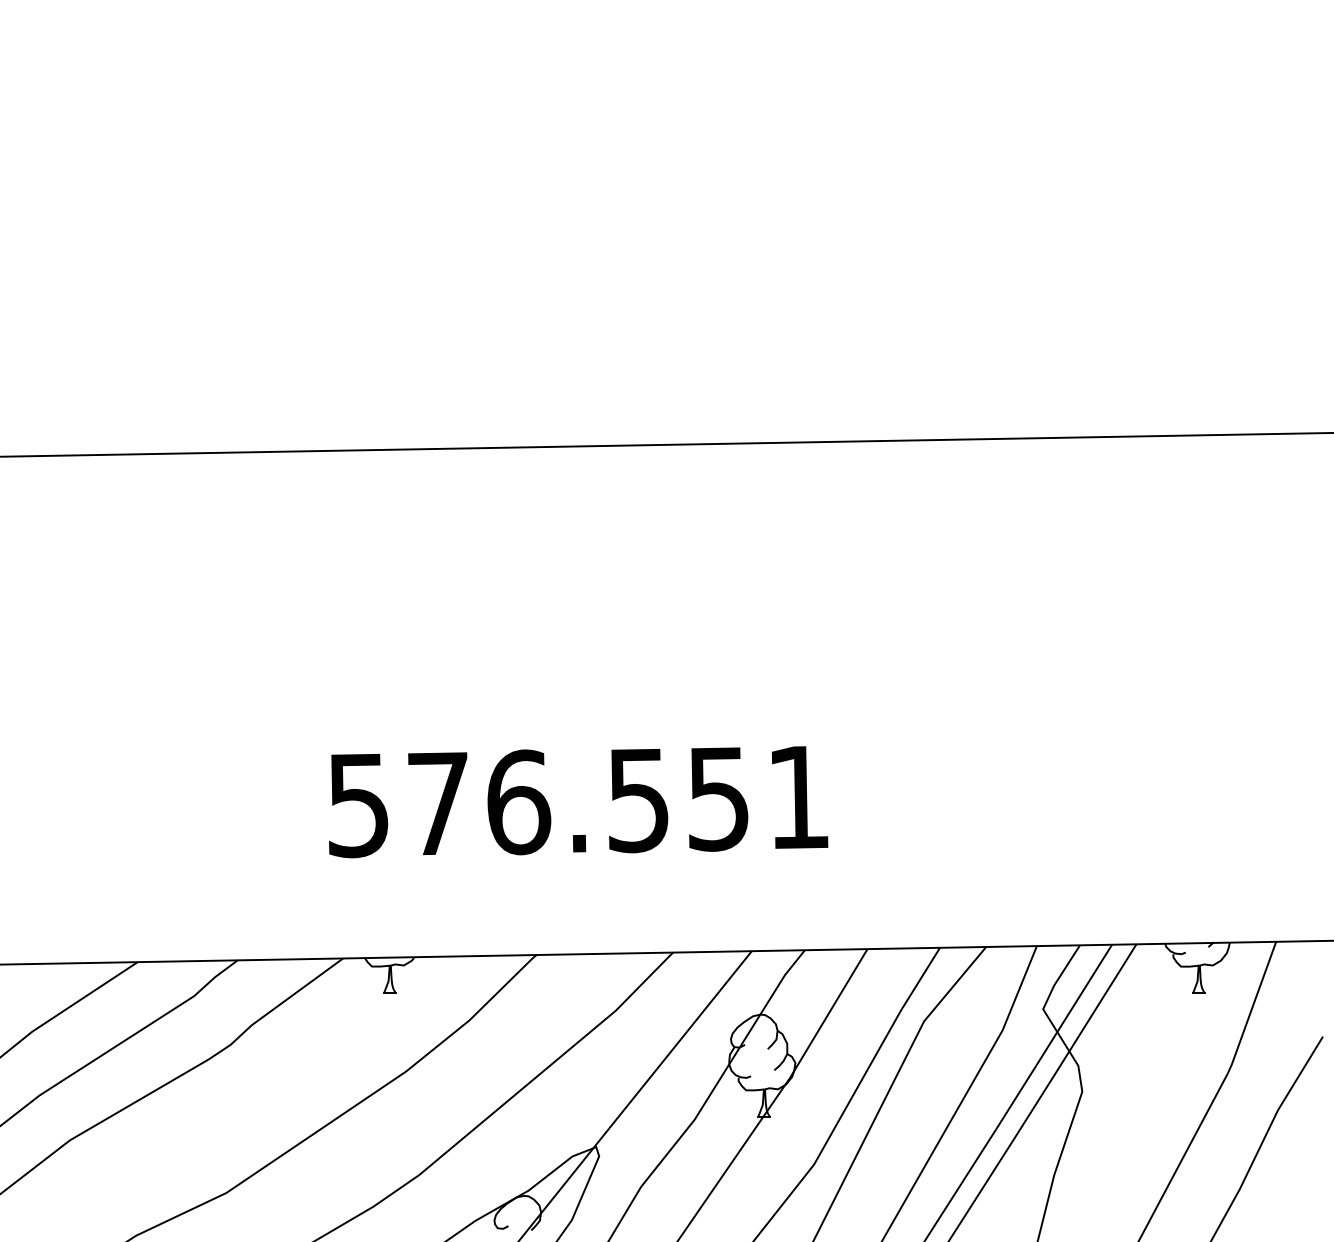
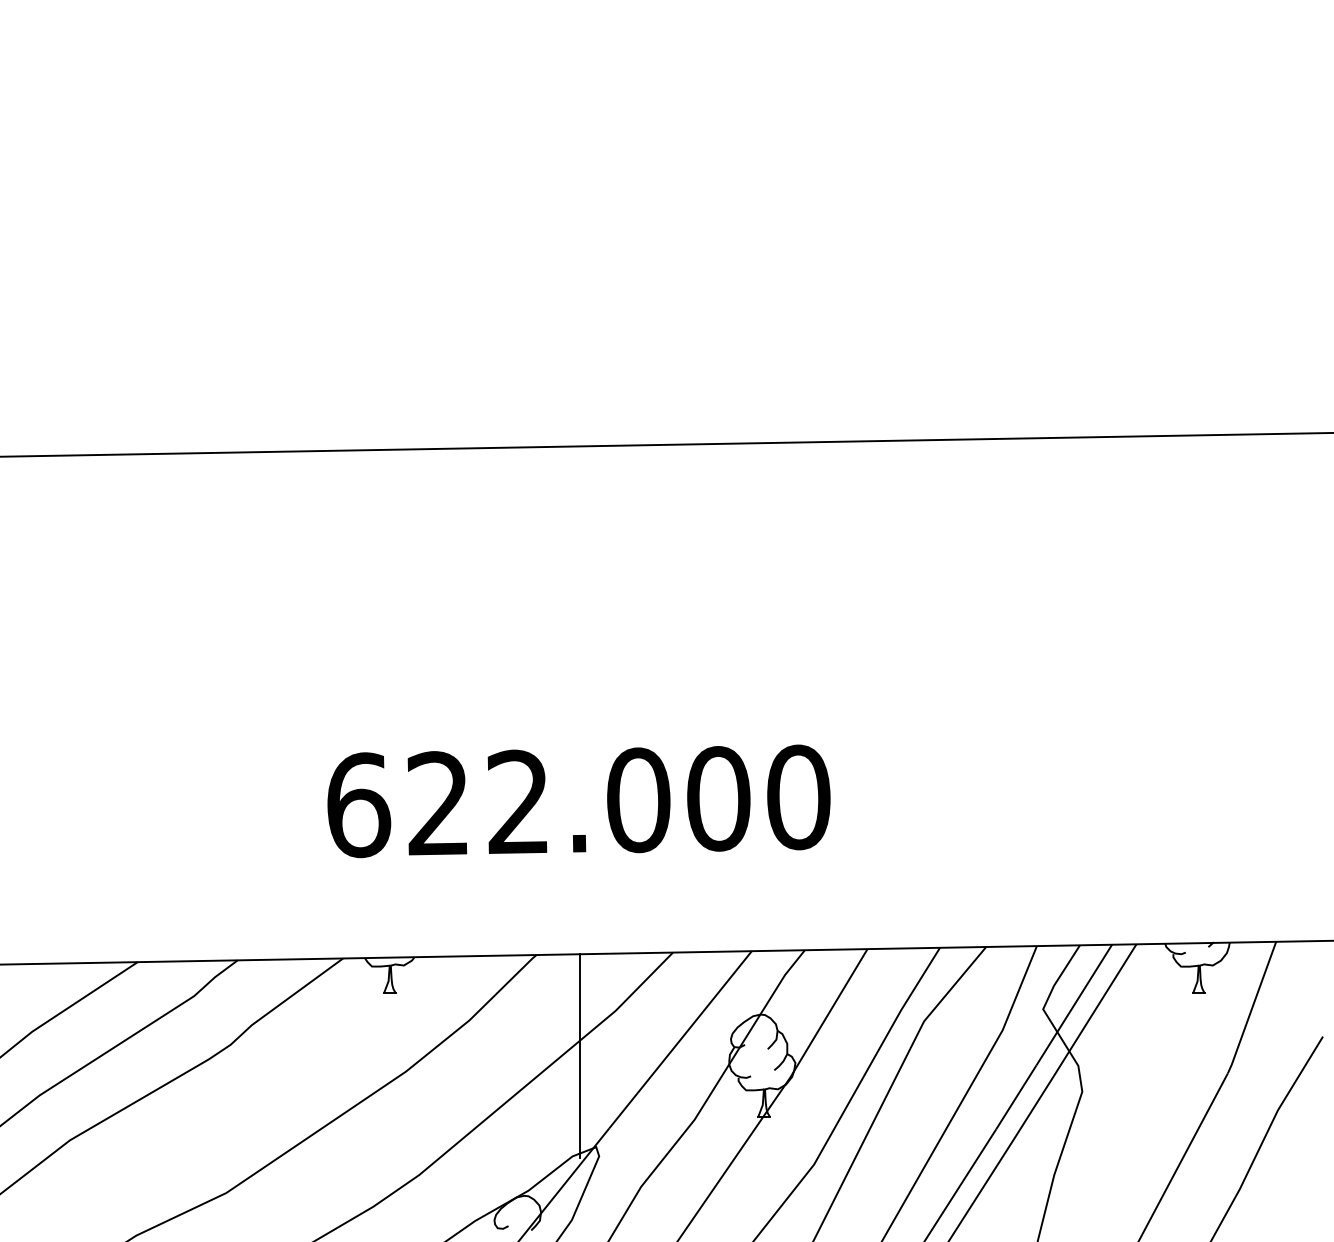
text at (578, 801): 576.551 -> 622.000
line at (579, 1056): none -> present
